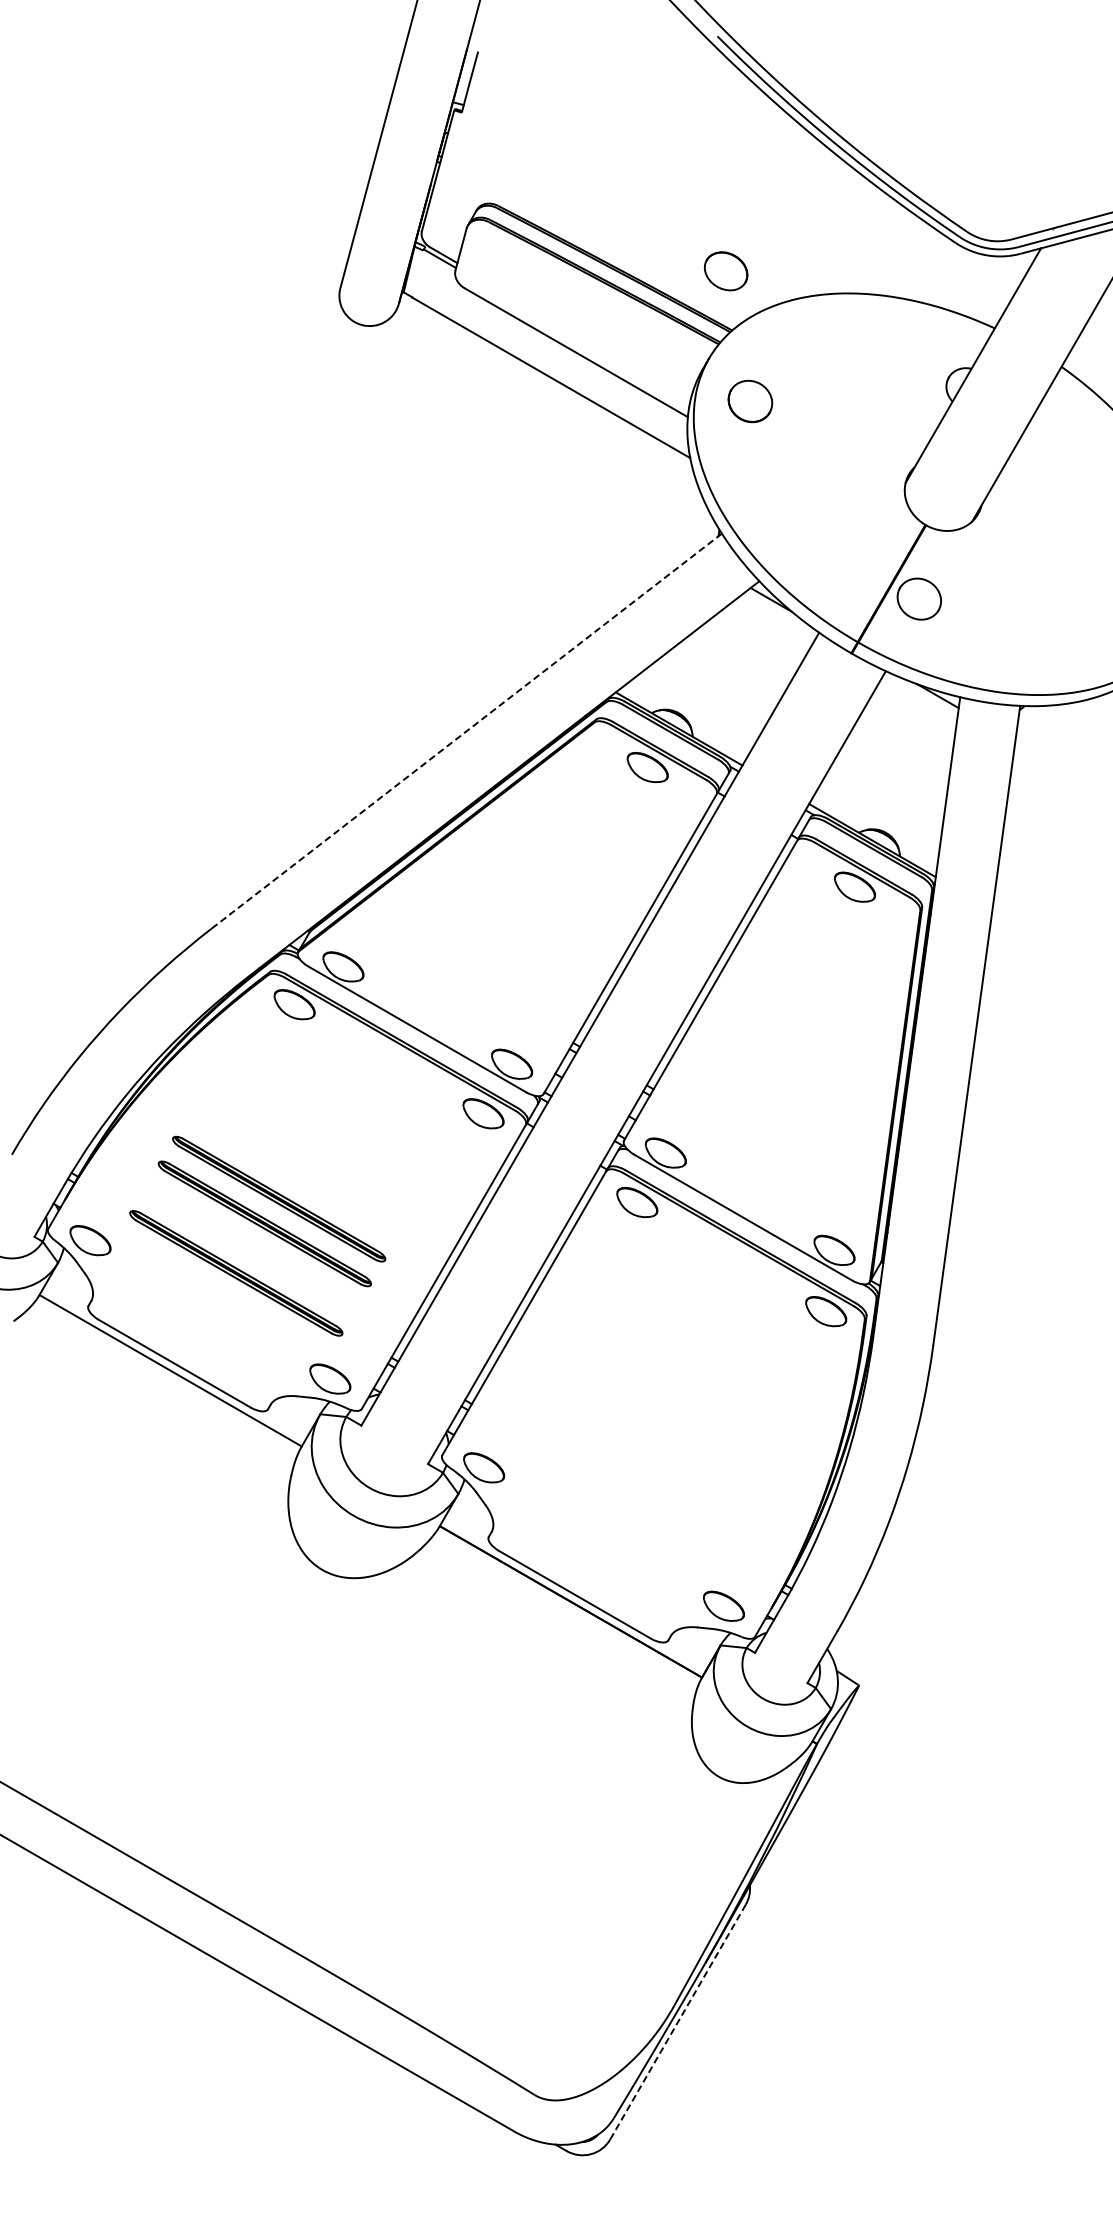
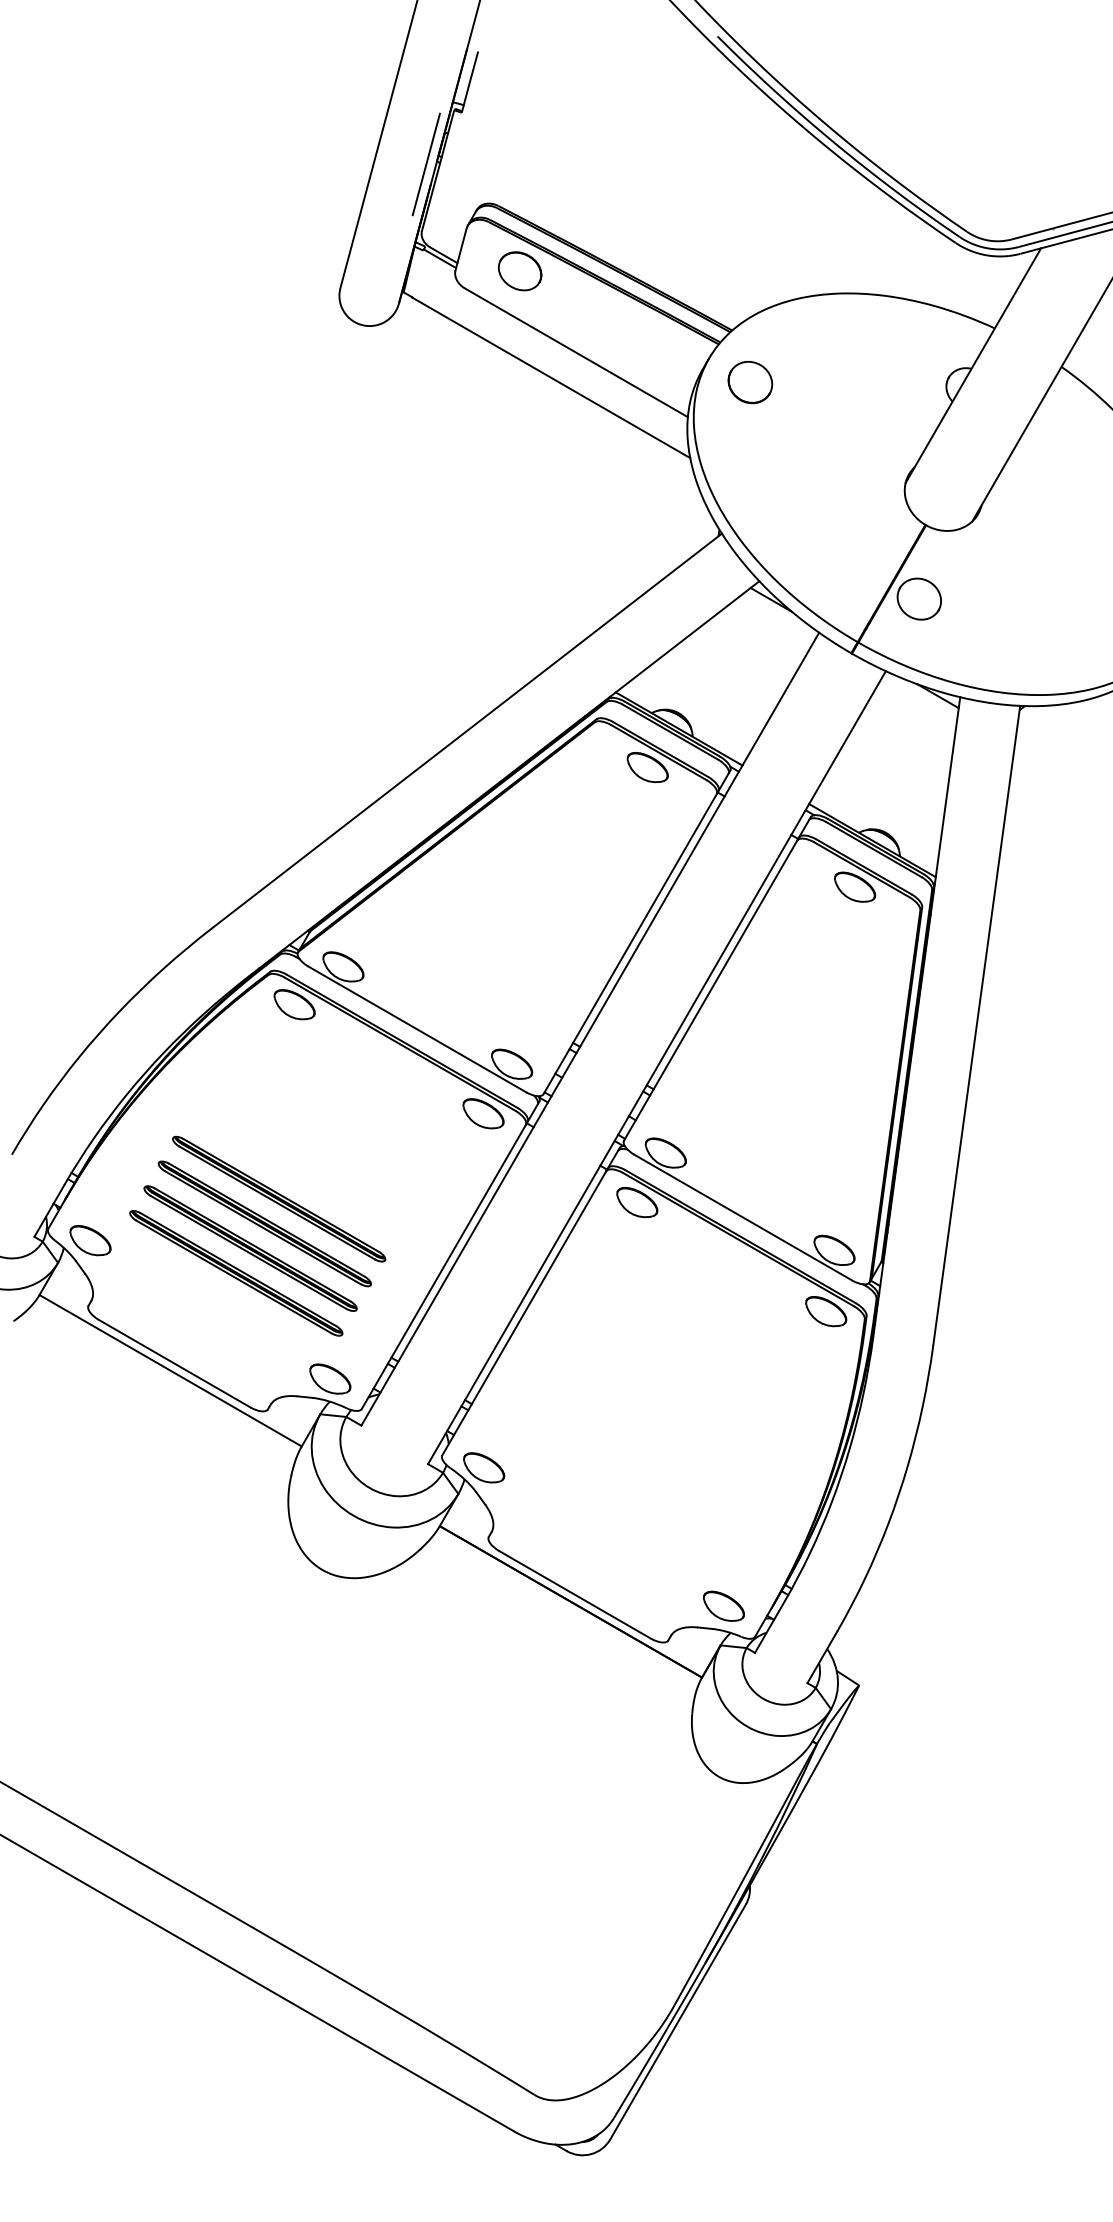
line at (425, 164): none -> present
part at (725, 271) position: (725, 271) -> (519, 271)
part at (750, 401) position: (750, 401) -> (750, 382)
line at (467, 730): dashed -> solid
part at (250, 1248): none -> present
line at (678, 2021): dashed -> solid
